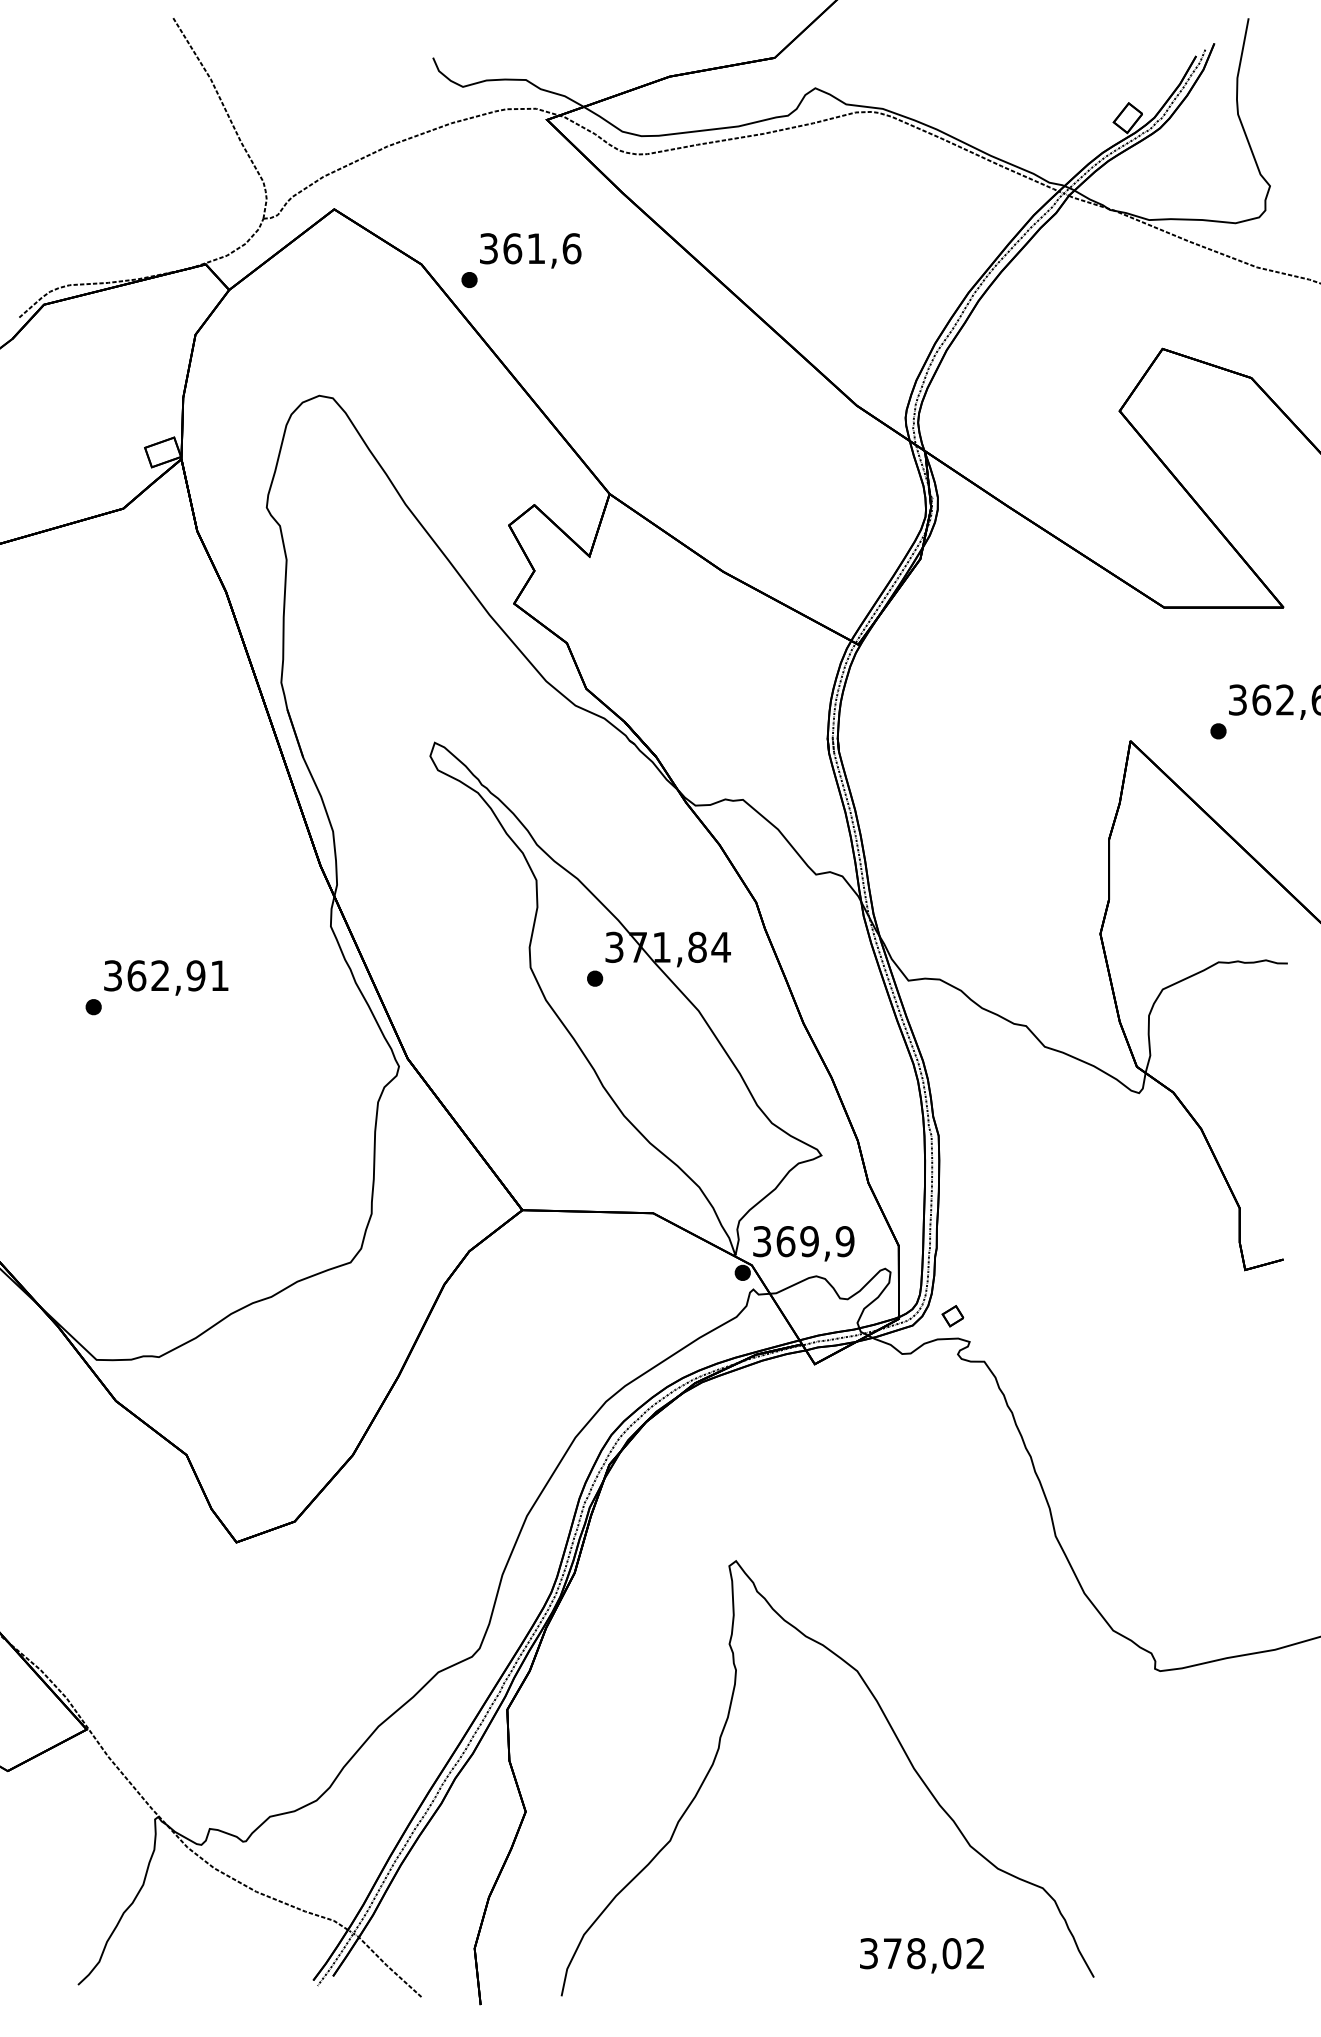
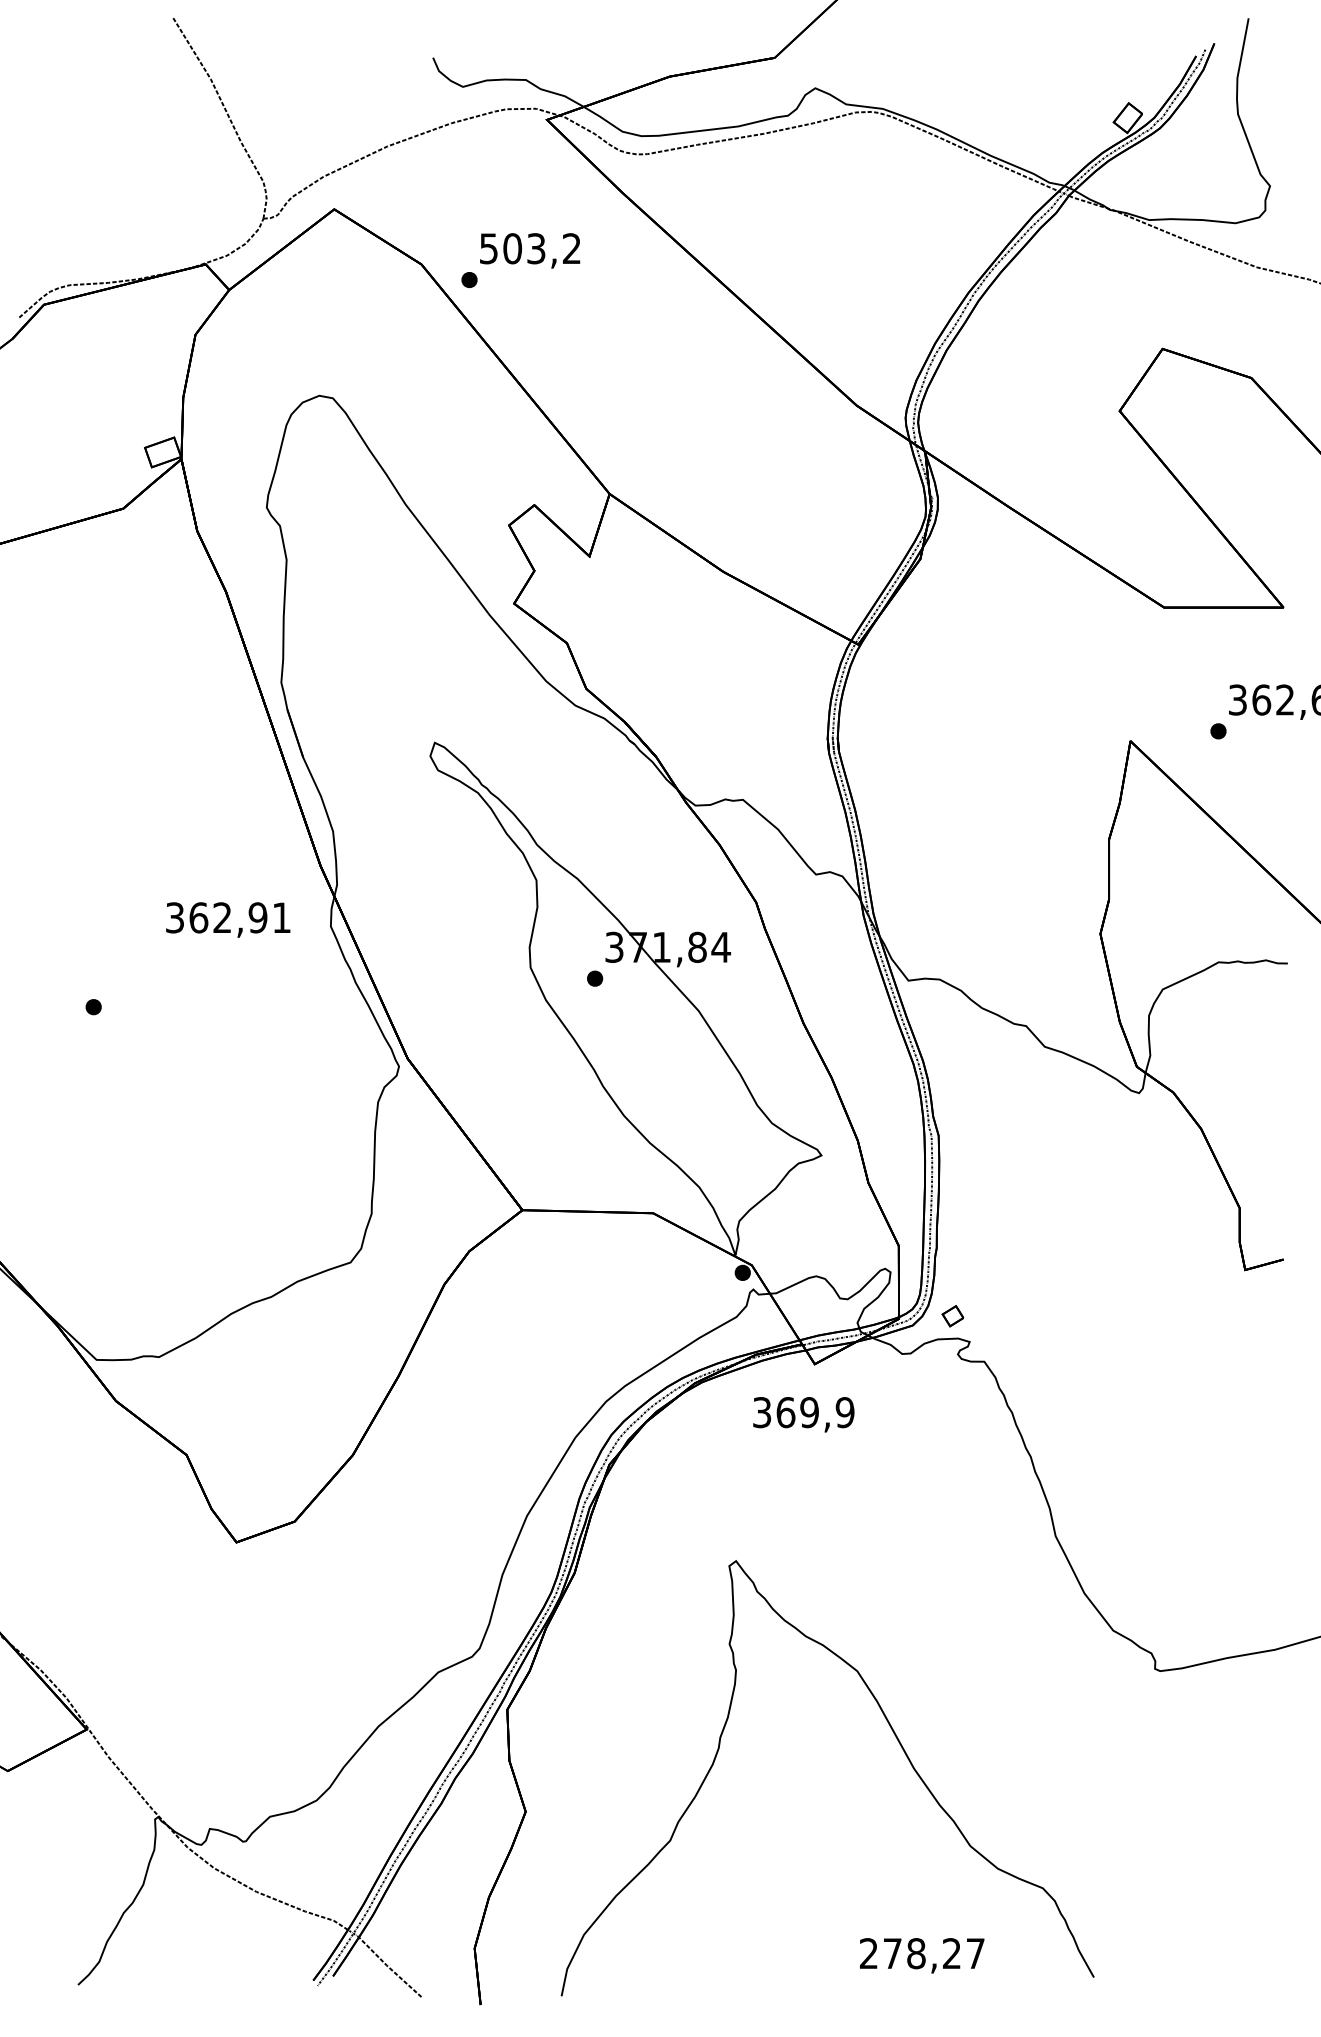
text at (530, 248): 361,6 -> 503,2
text at (166, 977) position: (166, 977) -> (228, 919)
text at (803, 1243) position: (803, 1243) -> (803, 1414)
text at (922, 1953): 378,02 -> 278,27
